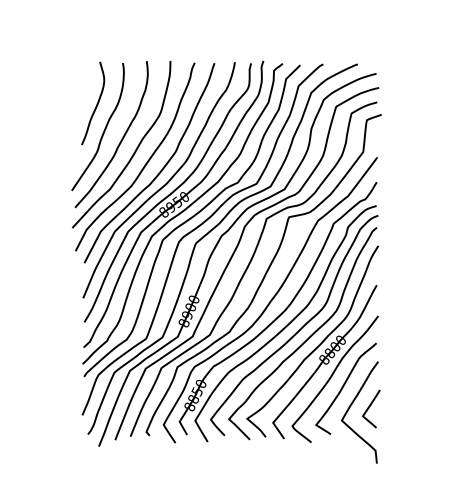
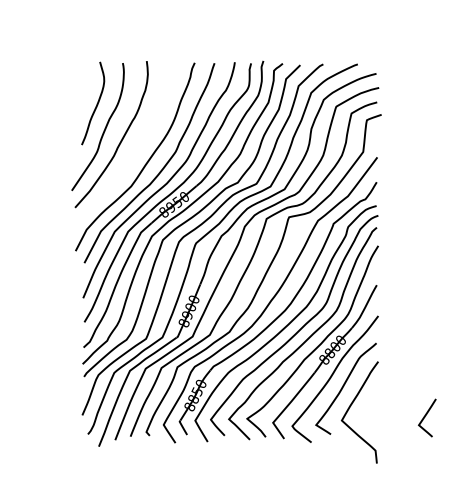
curve at (133, 152): present -> none
curve at (369, 408) position: (369, 408) -> (425, 417)
